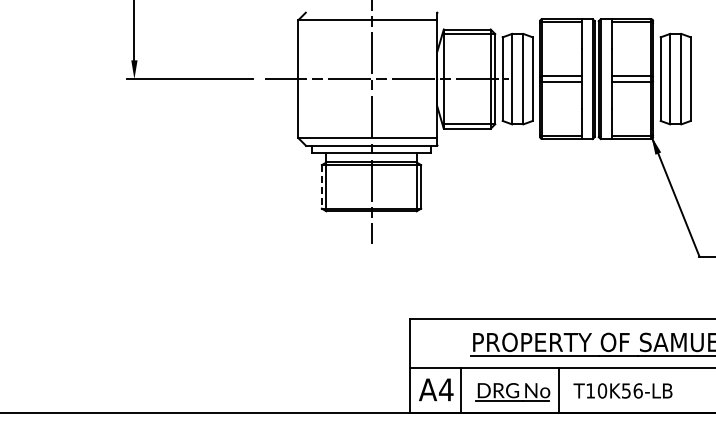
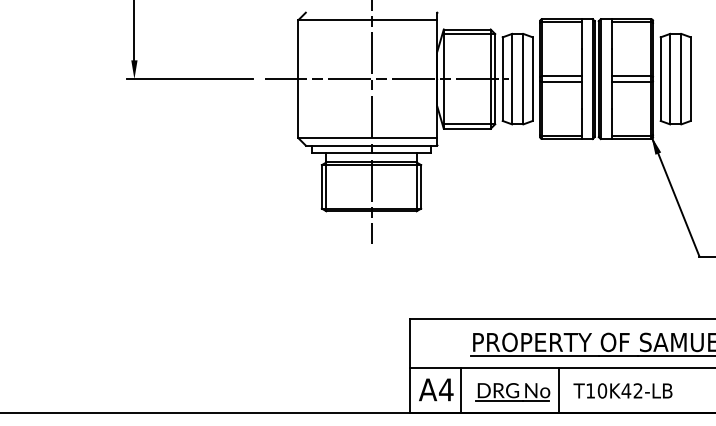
line at (321, 186): dashed -> solid
text at (631, 390): T10K56-LB -> T10K42-LB
